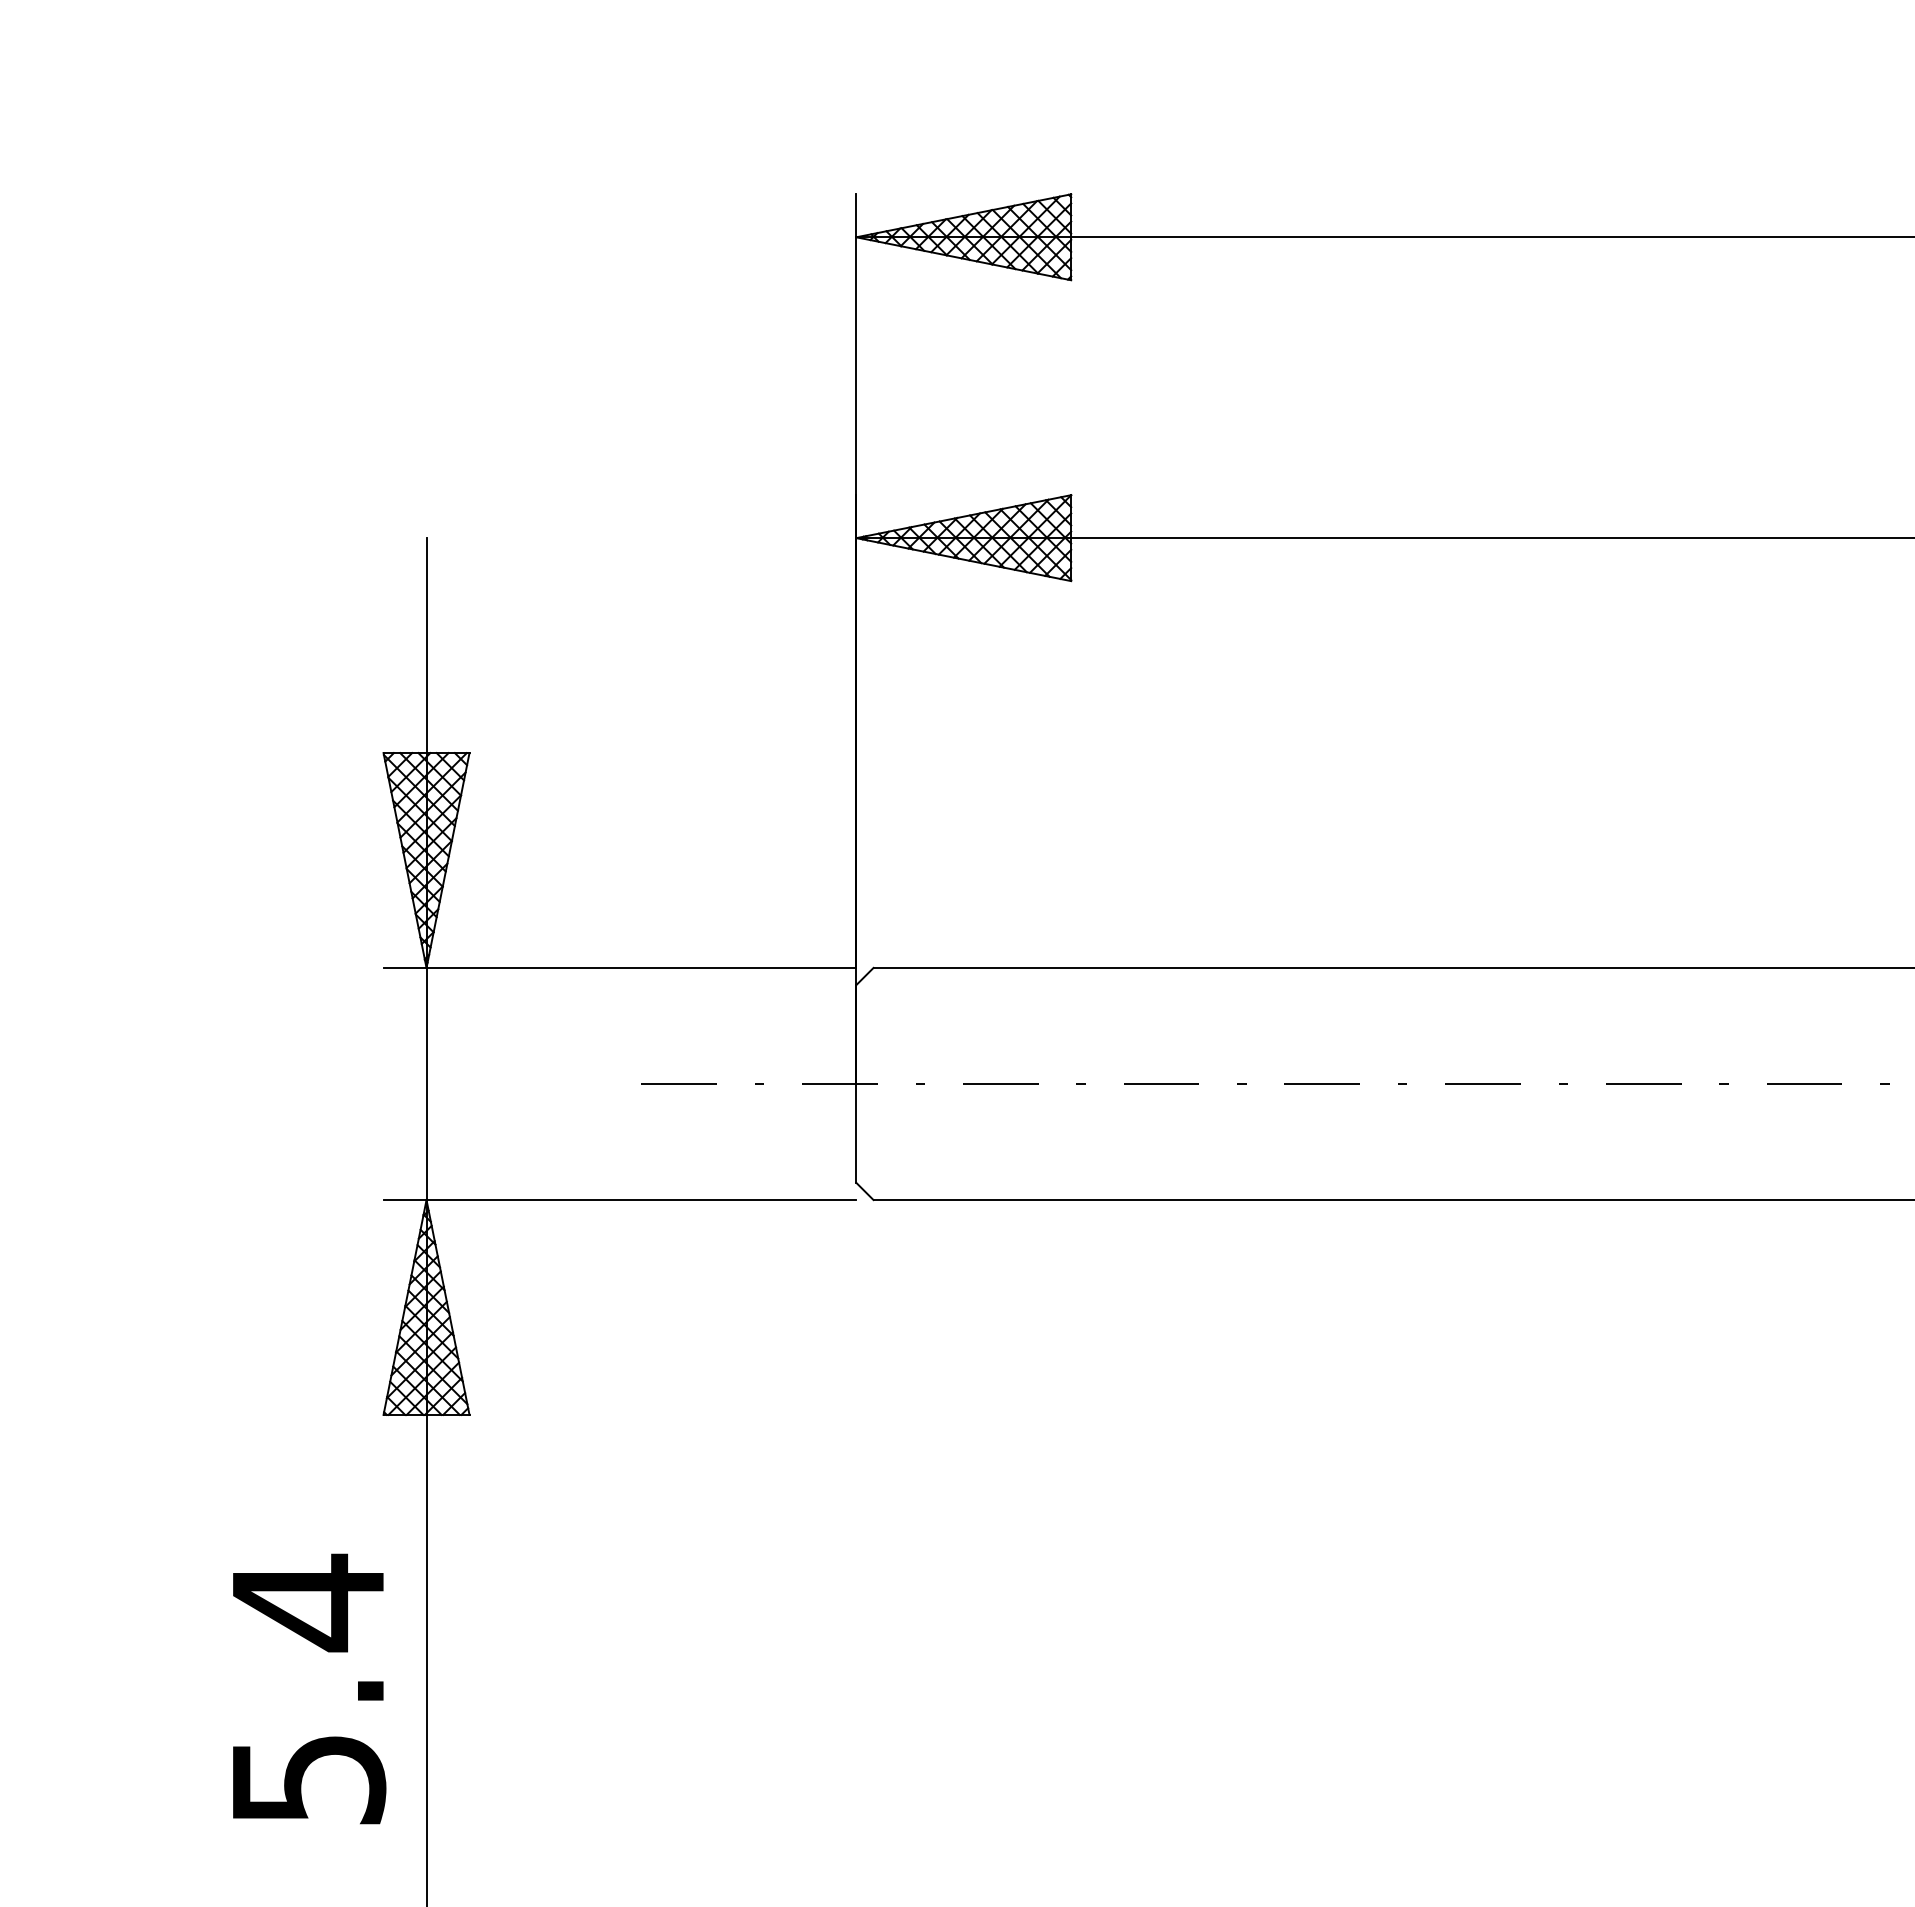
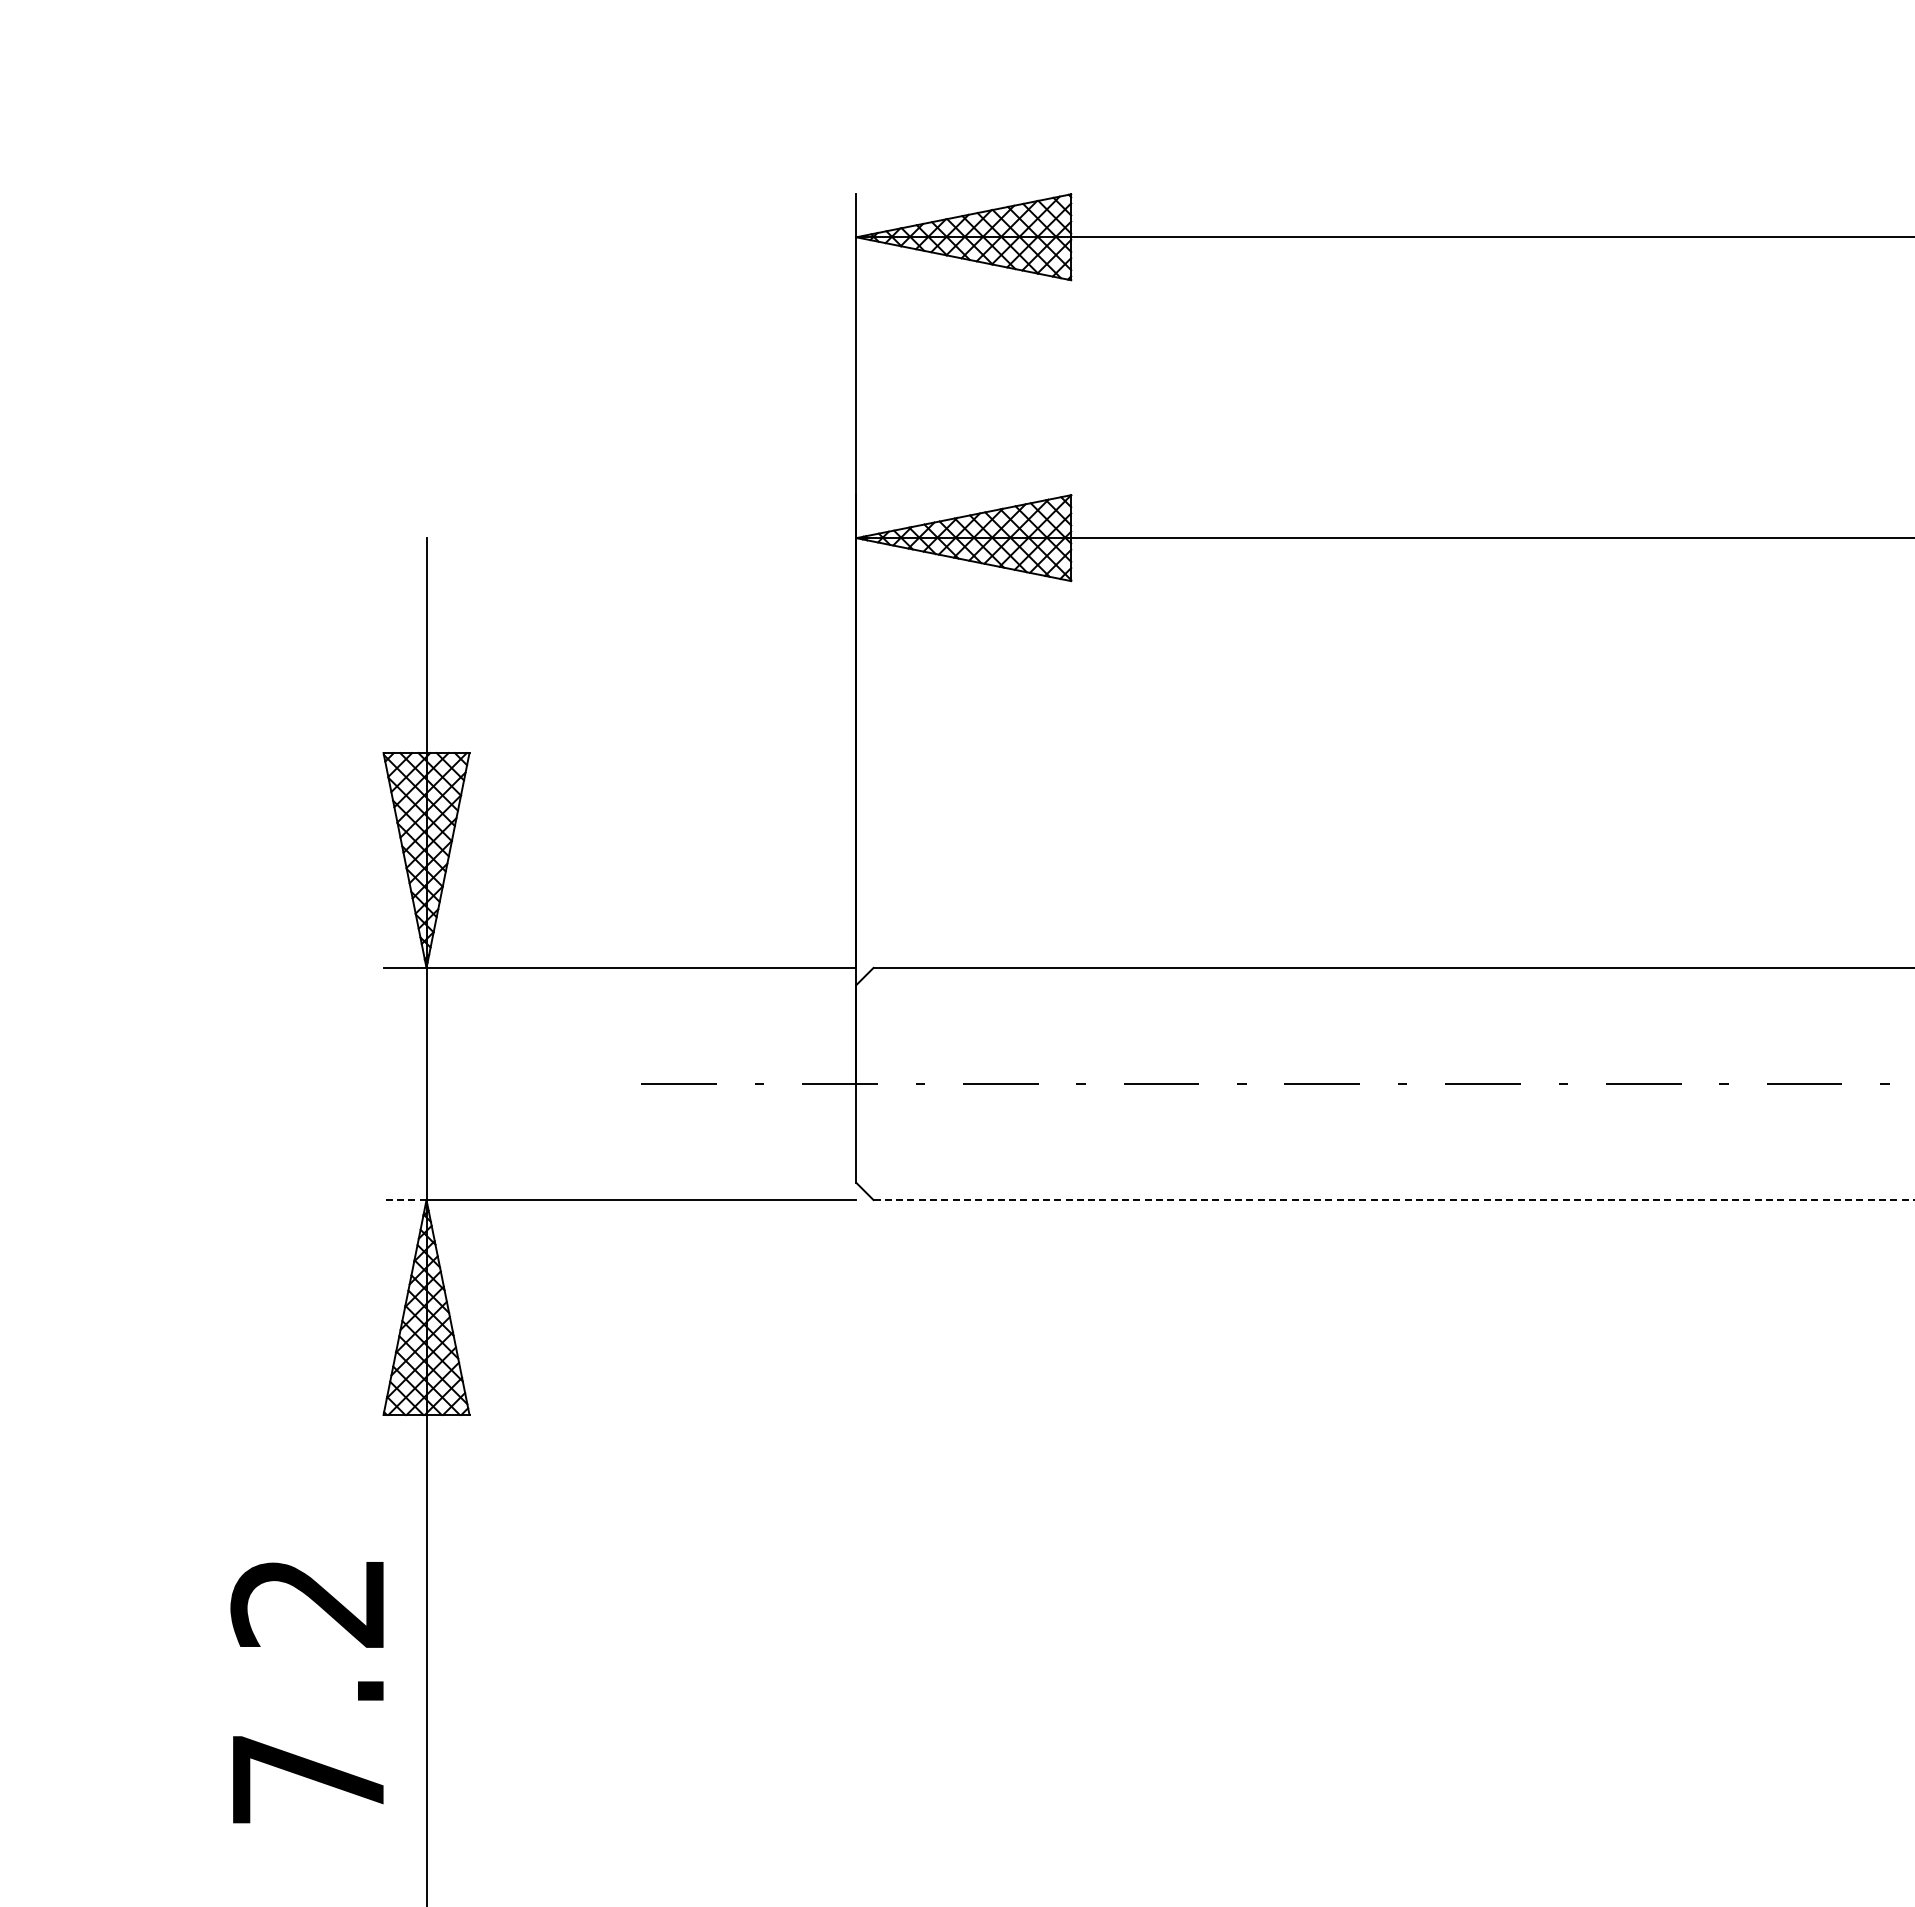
line at (404, 1200): solid -> dashed
line at (1394, 1200): solid -> dashed
text at (308, 1688): 5.4 -> 7.2
